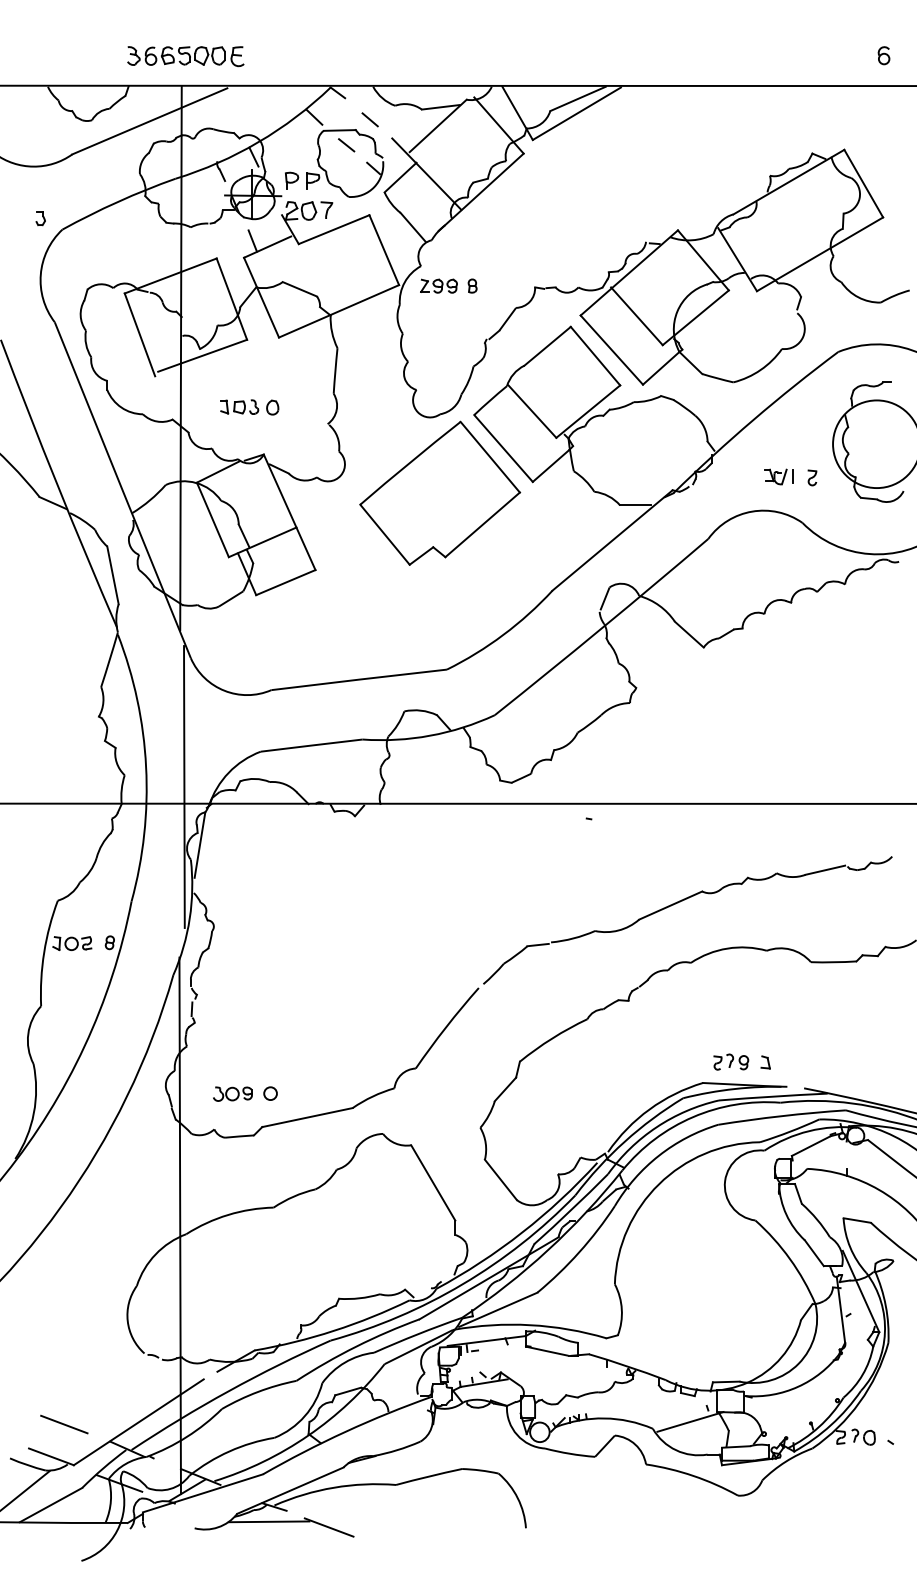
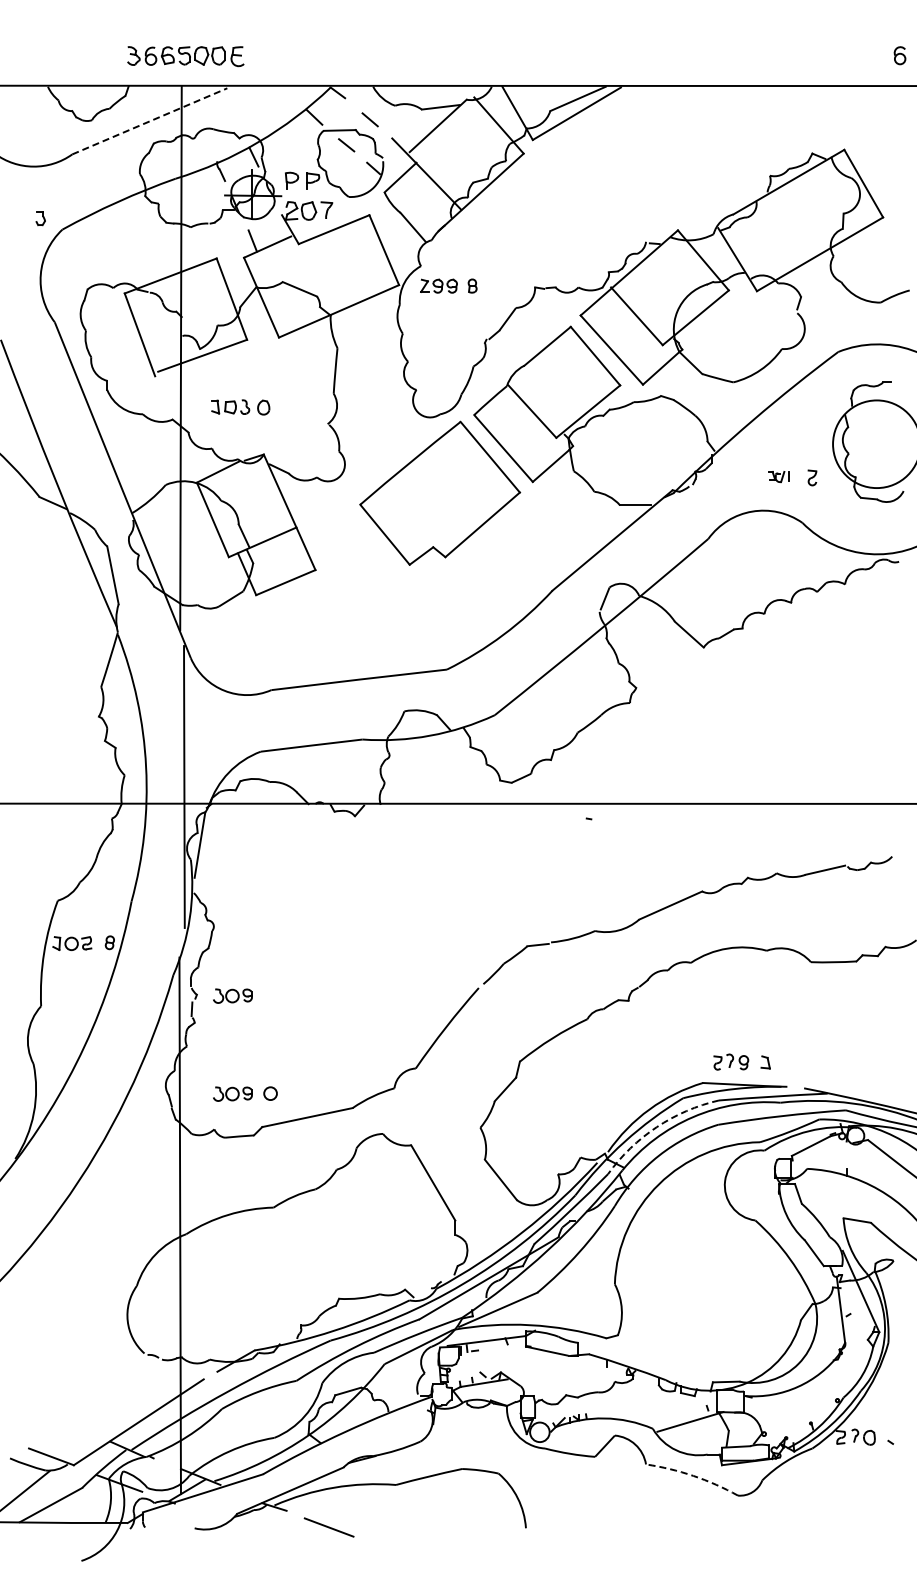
part at (883, 55) position: (883, 55) -> (899, 55)
line at (150, 121): solid -> dashed
part at (249, 407) position: (249, 407) -> (240, 407)
part at (778, 476) size: 30x18 px -> 22x12 px
part at (232, 995): none -> present
arc at (656, 1127): solid -> dashed
line at (64, 1424): present -> none
arc at (693, 1475): solid -> dashed
line at (268, 1521): present -> none
